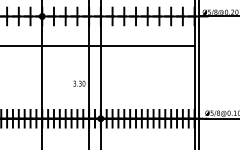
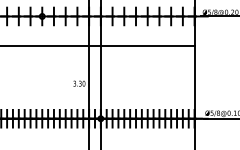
line at (42, 74): present -> none
line at (198, 74): present -> none
